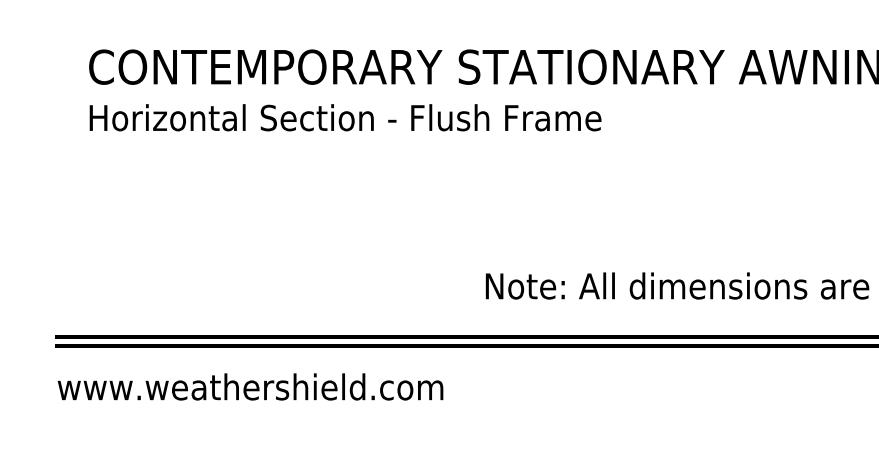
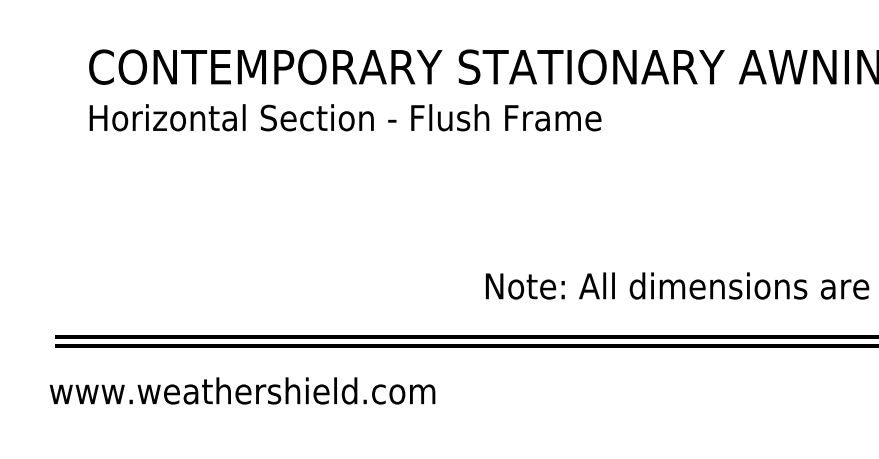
text at (250, 386) position: (250, 386) -> (242, 390)
